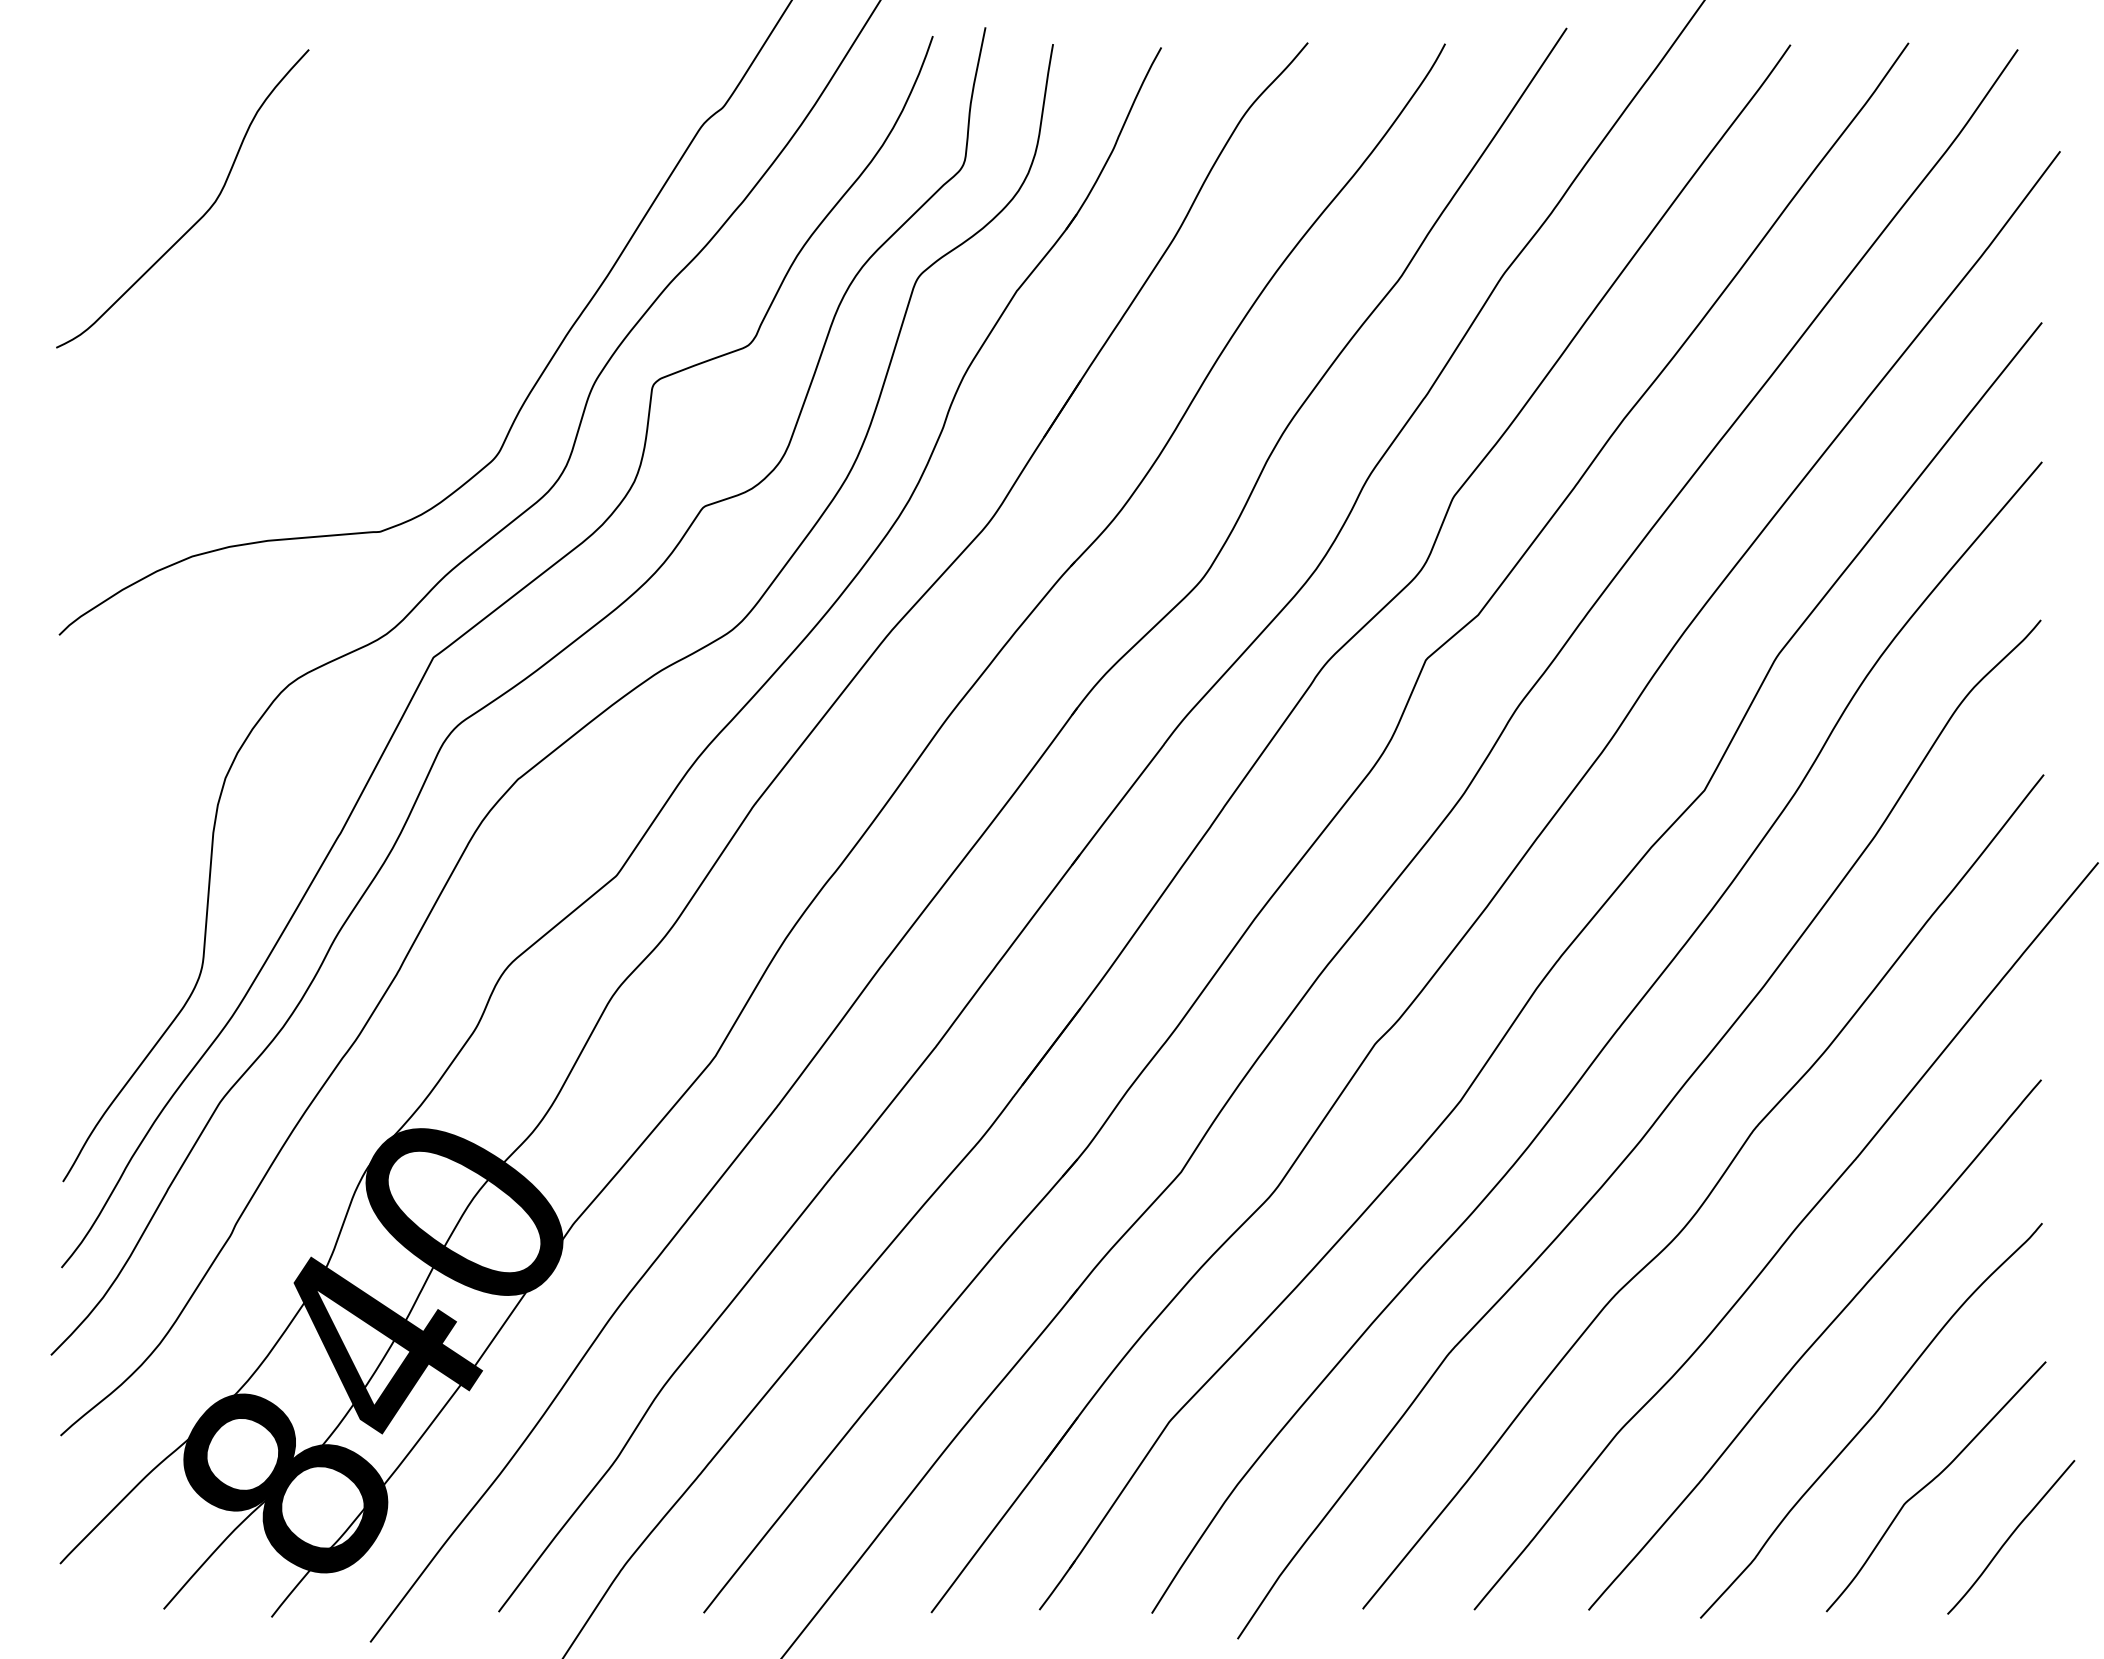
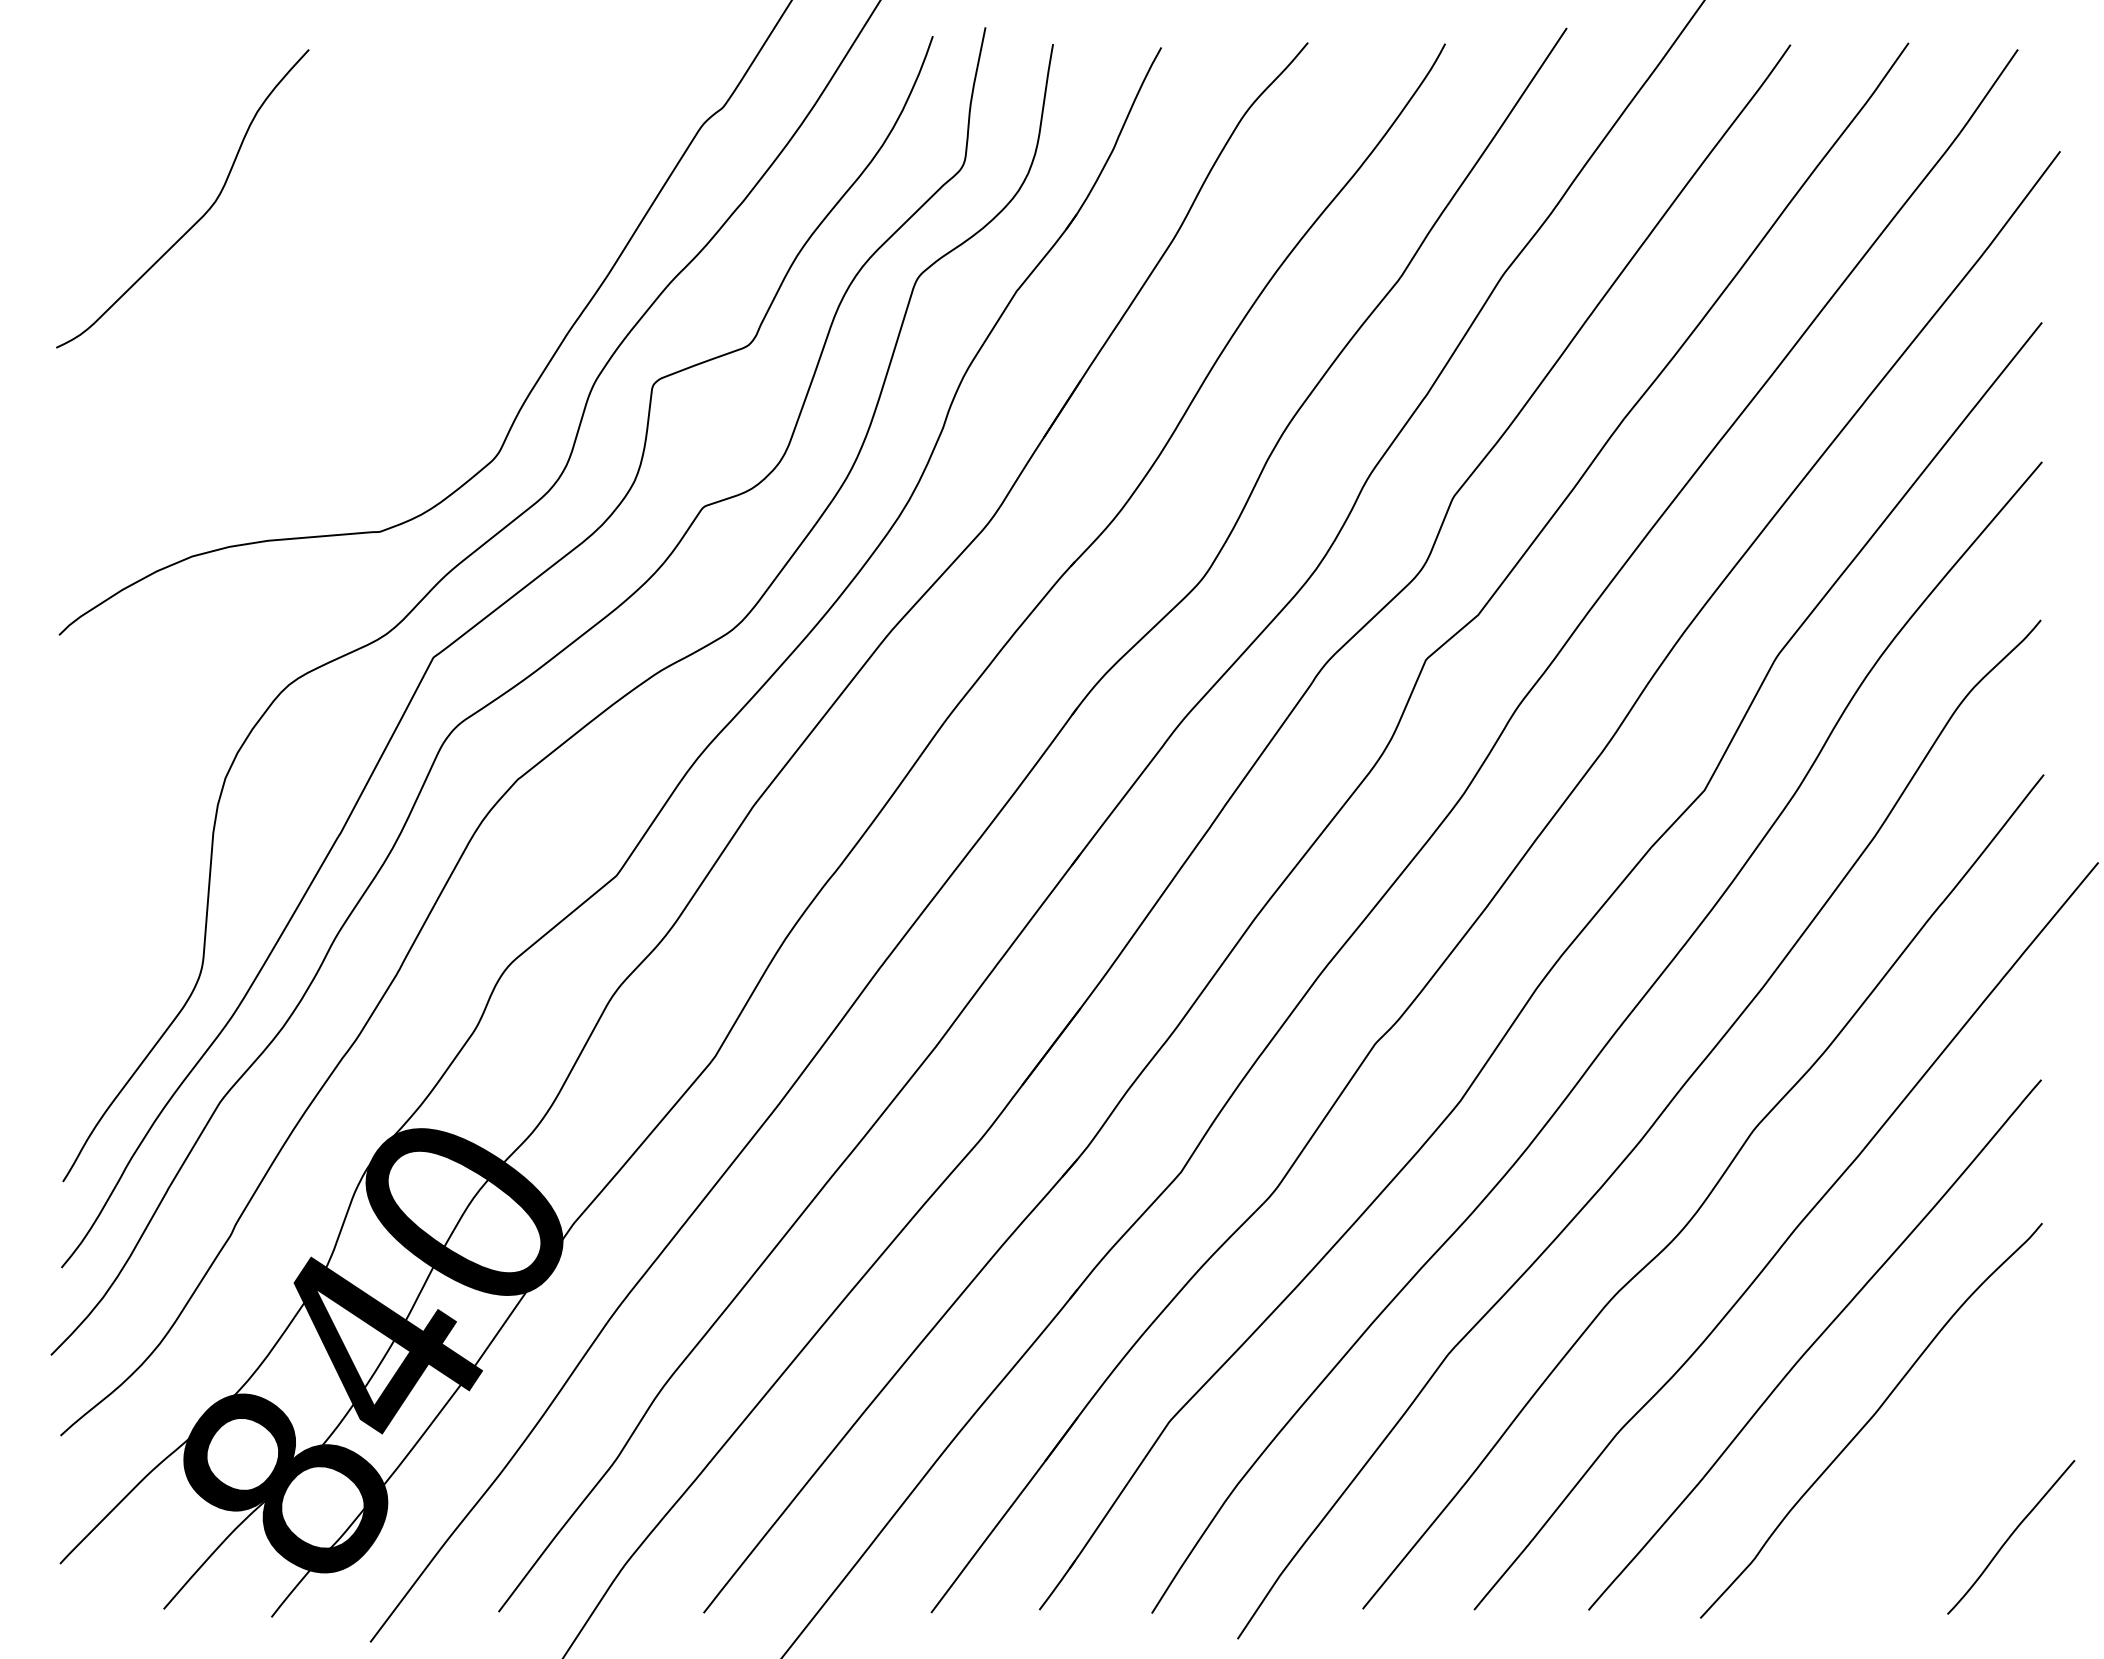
curve at (1931, 1482): present -> none
